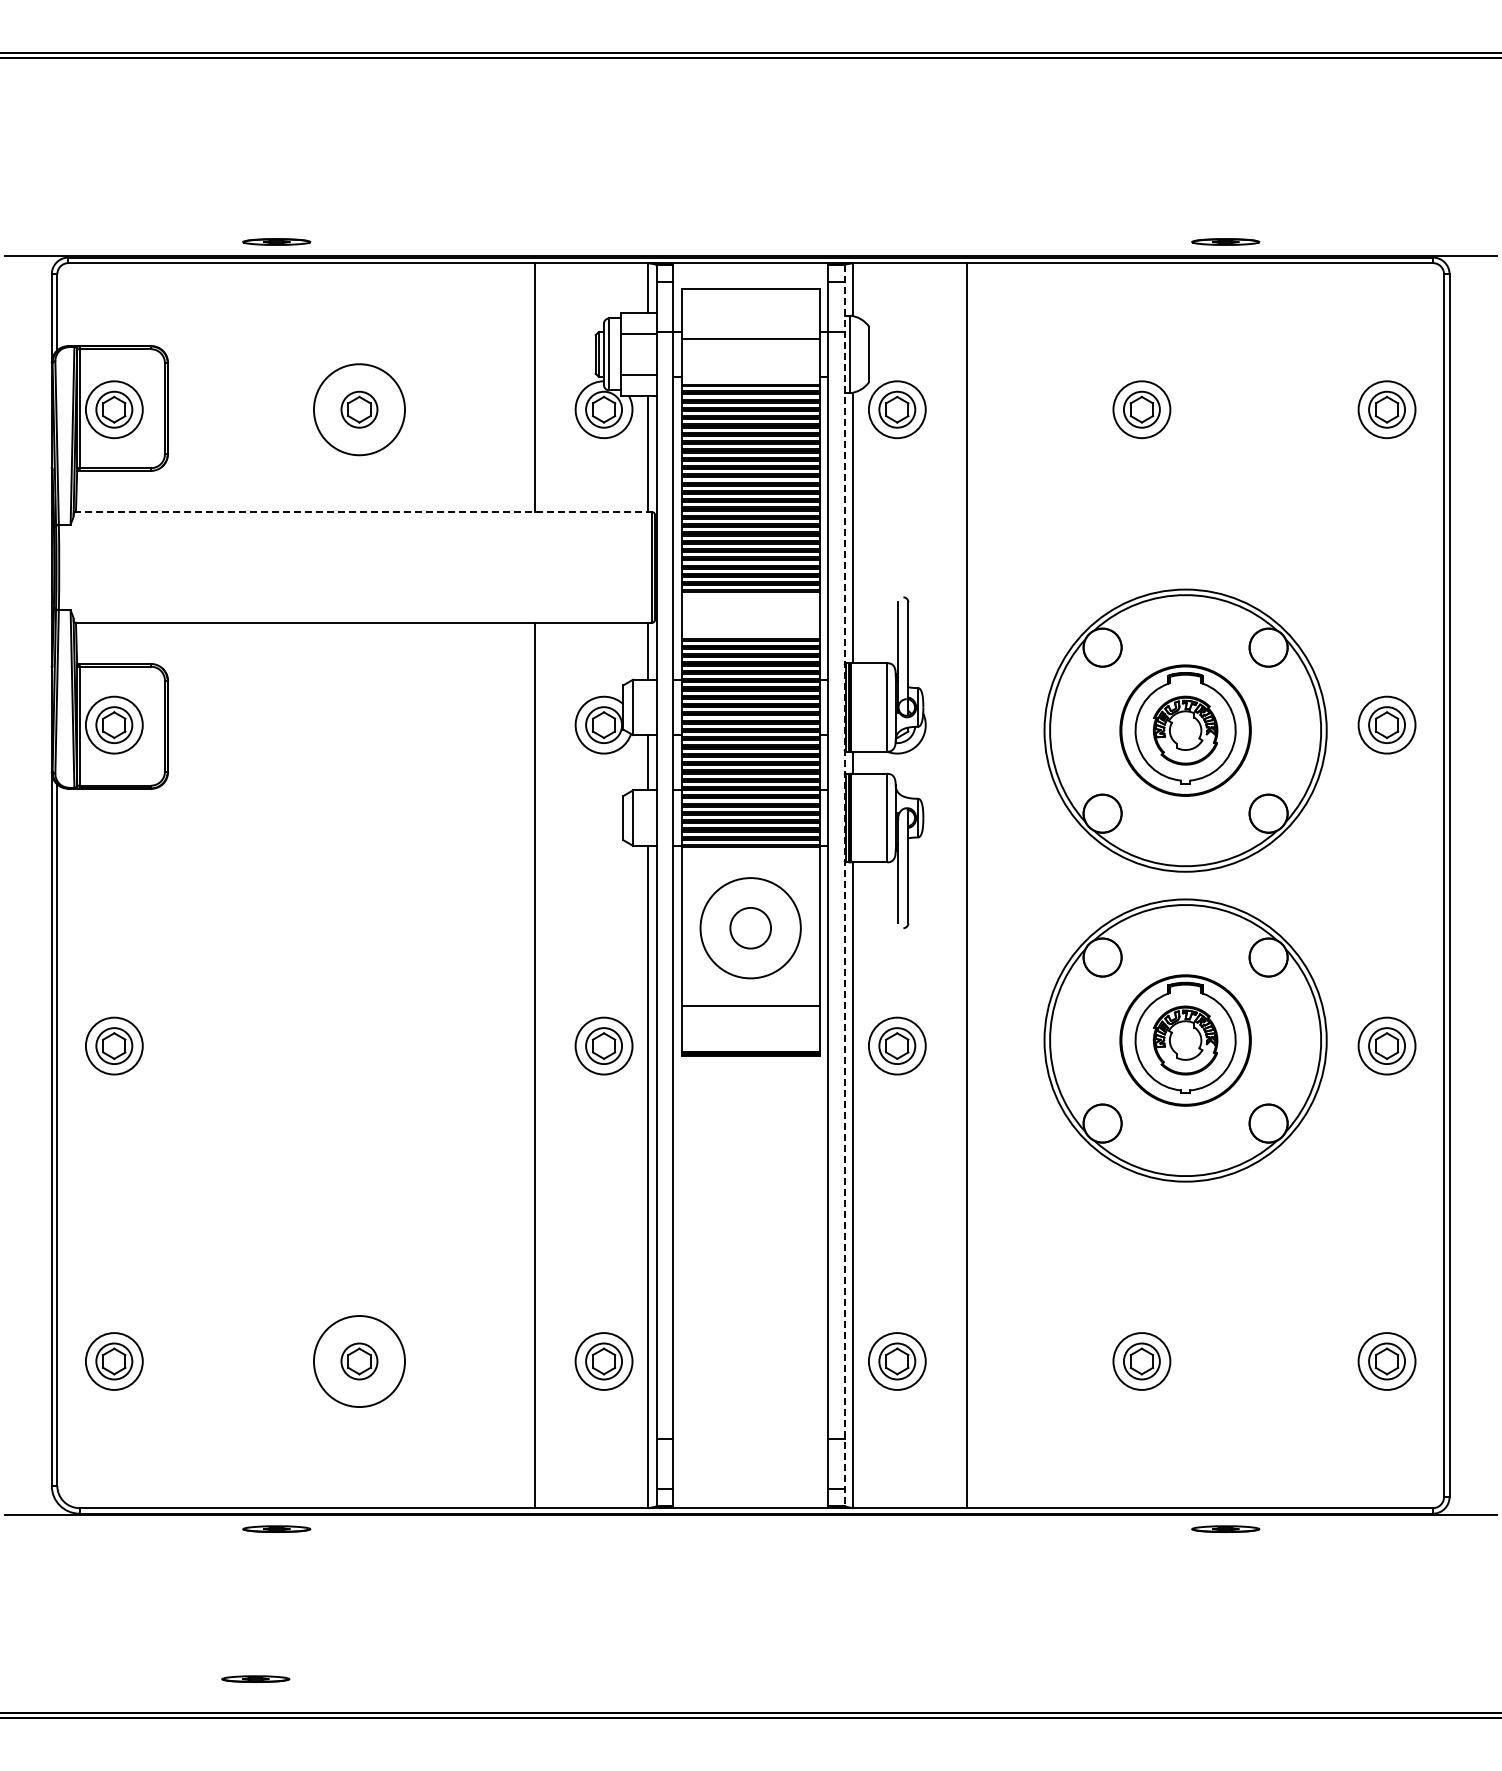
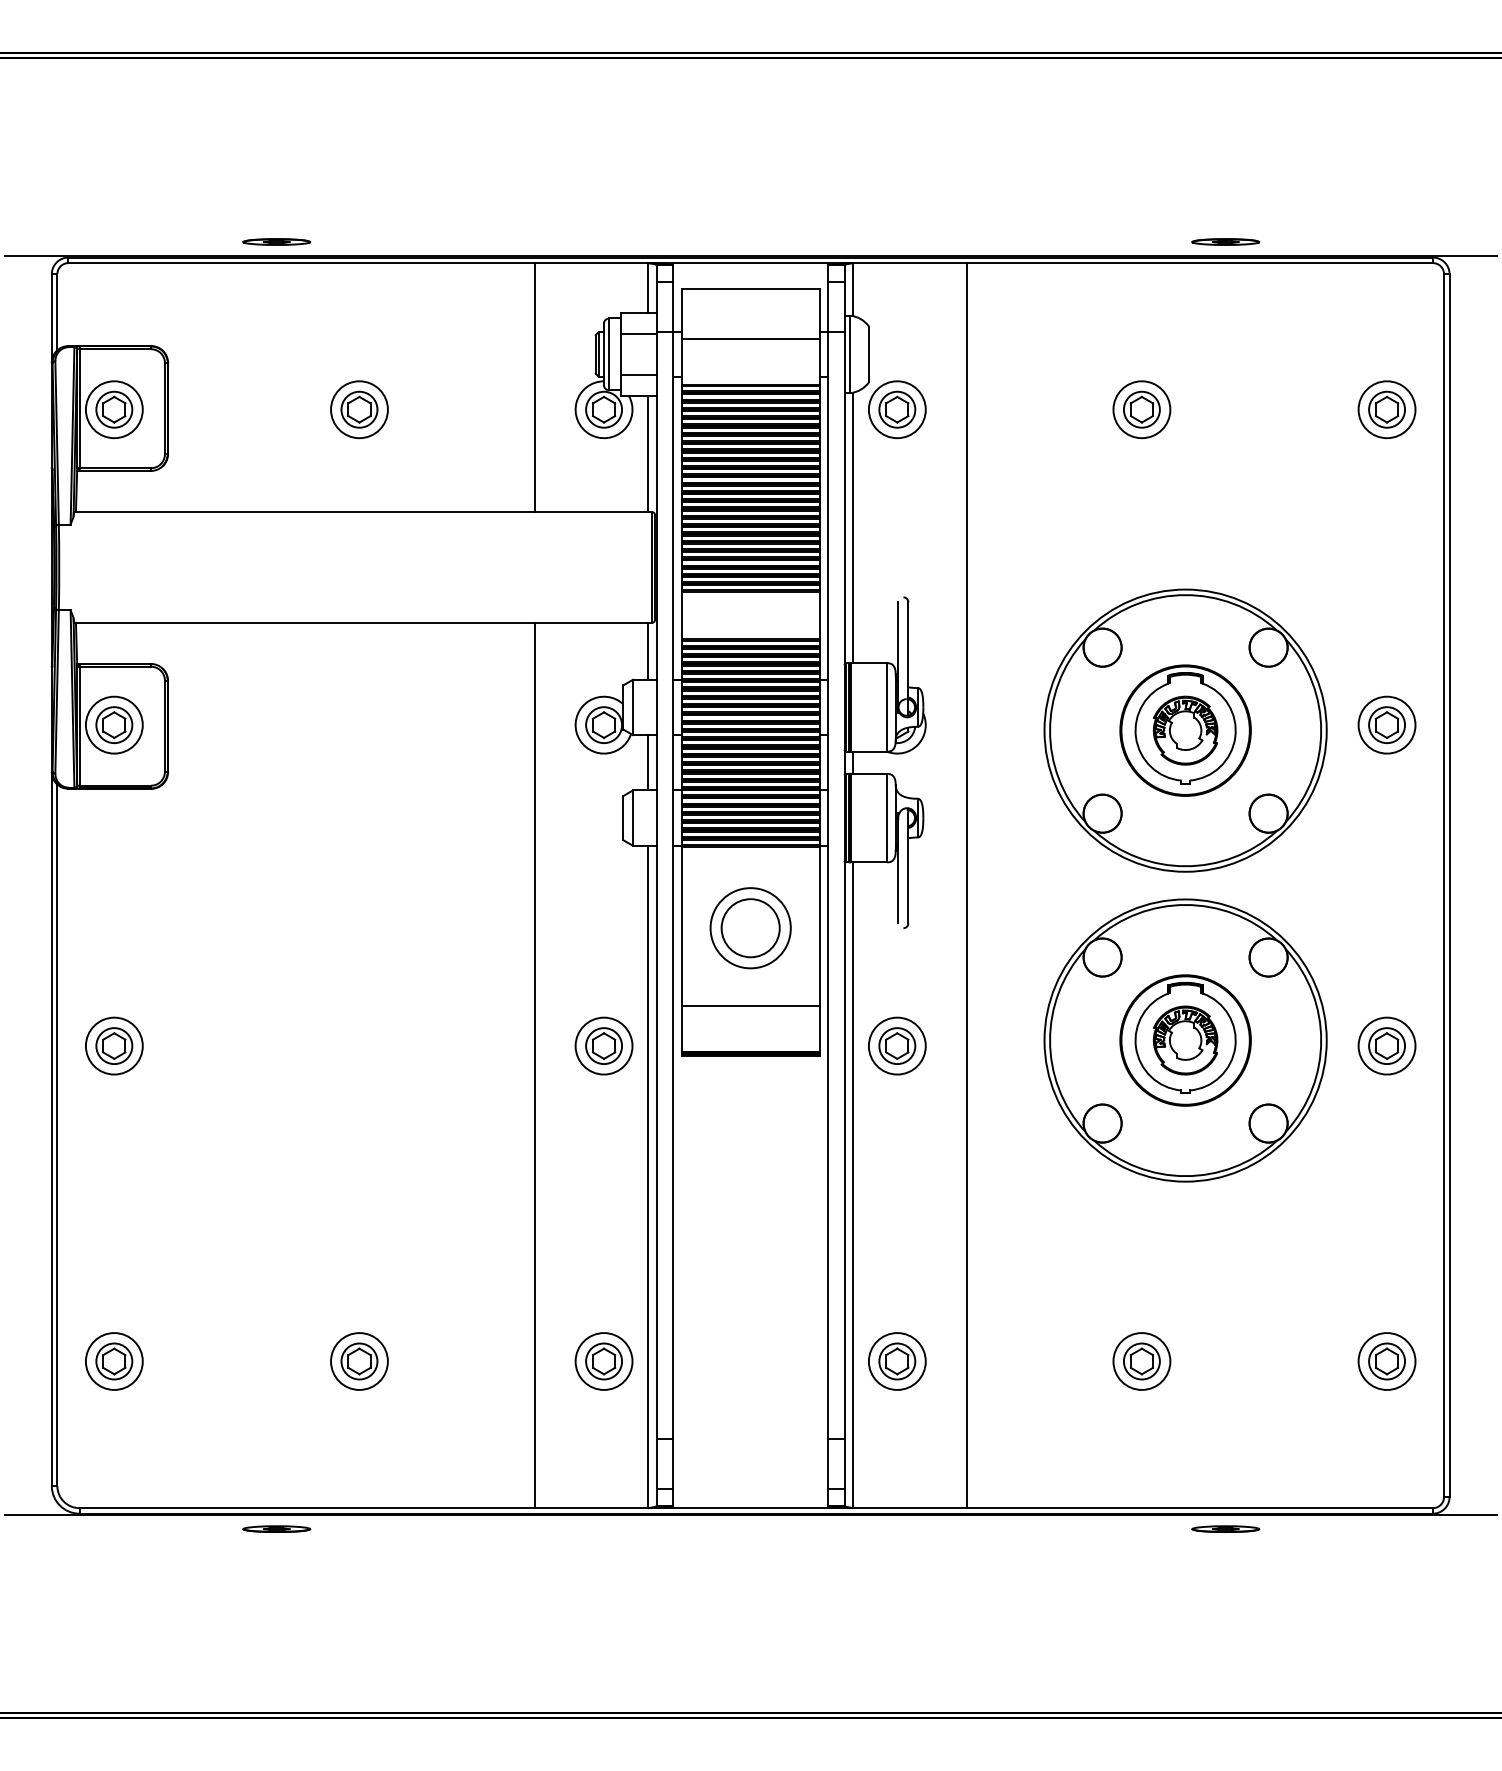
circle at (358, 409) diameter: 91 px -> 57 px
line at (363, 512): dashed -> solid
line at (844, 886): dashed -> solid
circle at (750, 927) diameter: 41 px -> 58 px
circle at (750, 928) diameter: 100 px -> 80 px
circle at (358, 1361) diameter: 91 px -> 57 px
part at (255, 1678): present -> none
